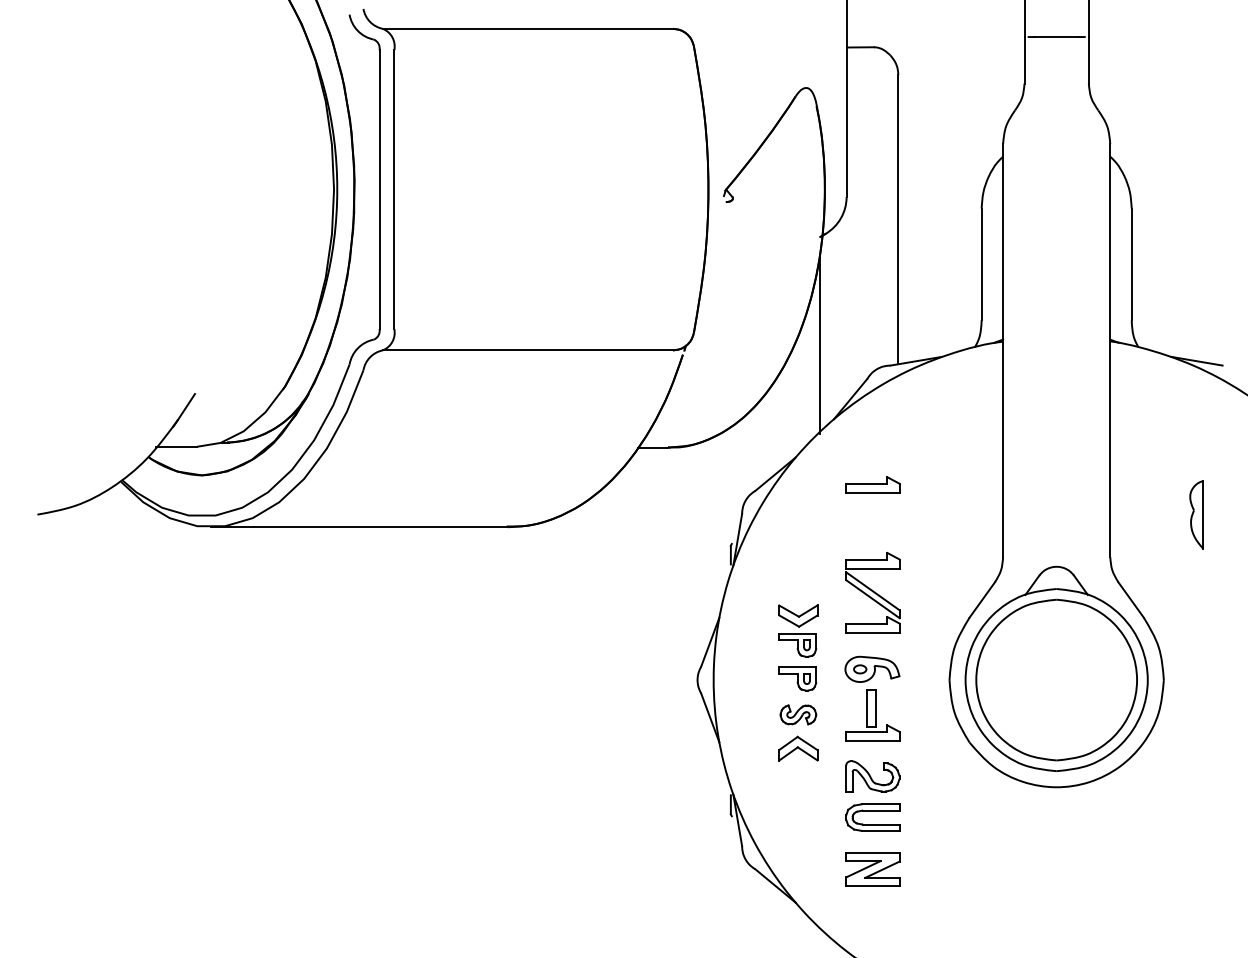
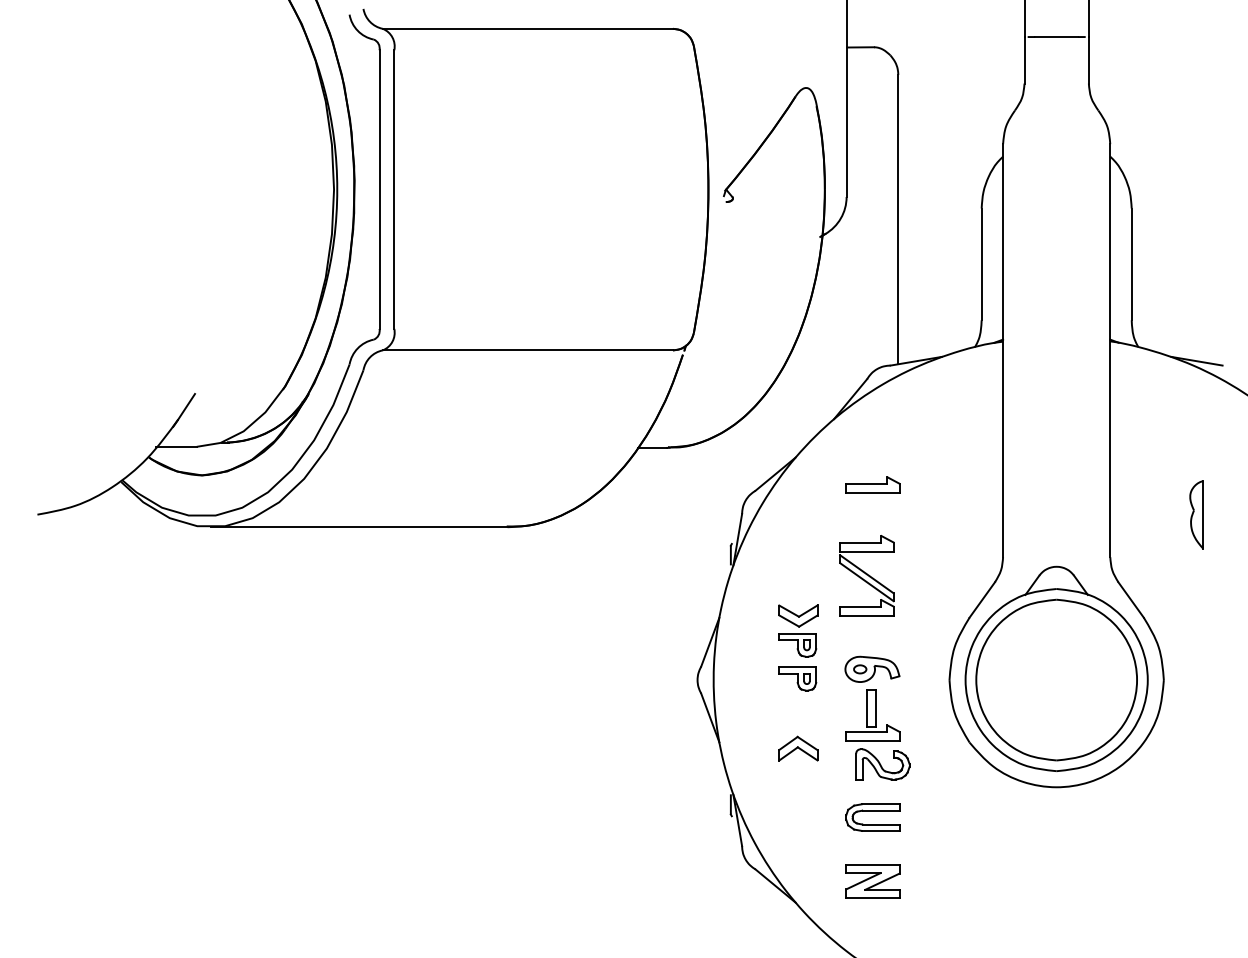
line at (819, 343): present -> none
part at (872, 592) position: (872, 592) -> (866, 575)
part at (798, 714): present -> none
part at (872, 776) position: (872, 776) -> (882, 764)
part at (872, 869) position: (872, 869) -> (872, 881)
